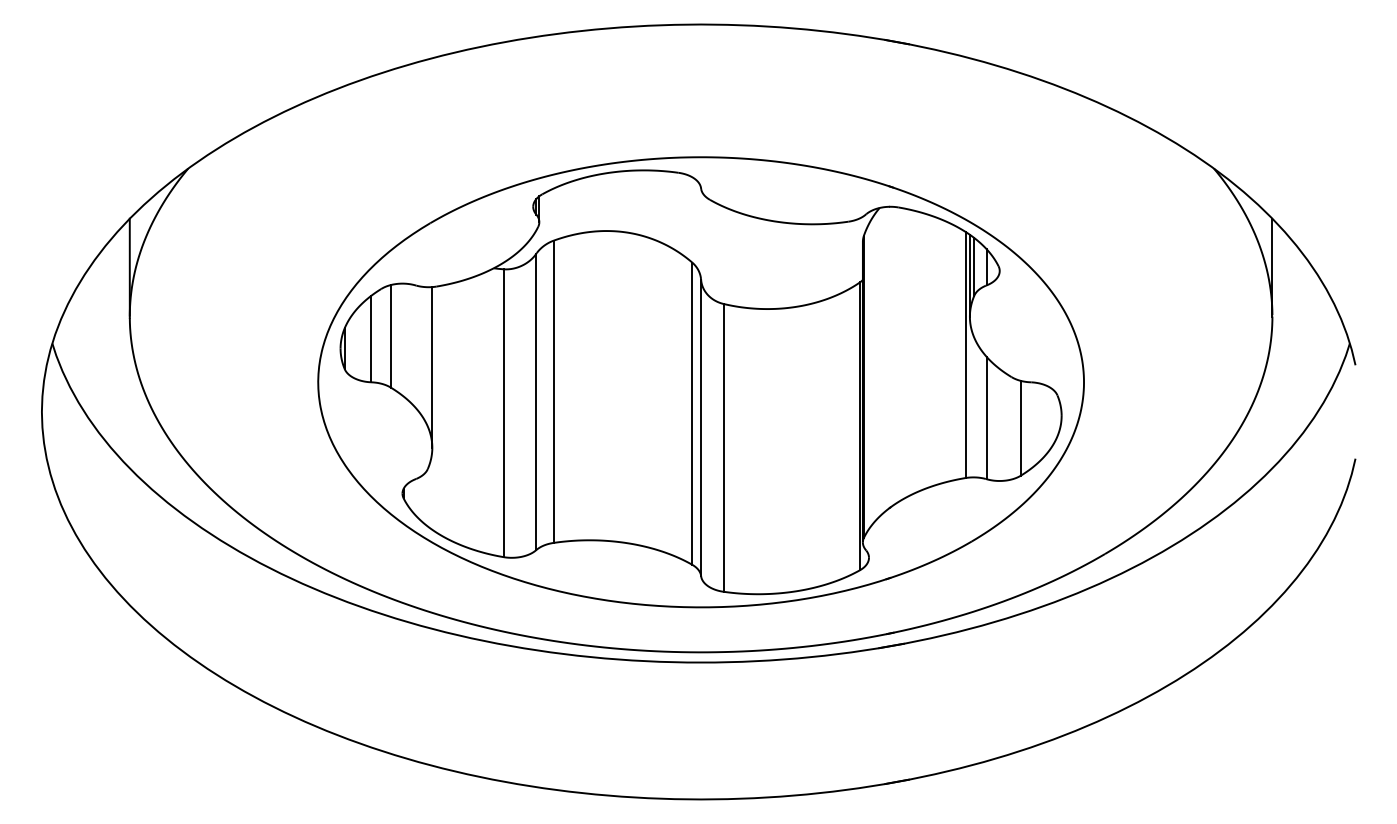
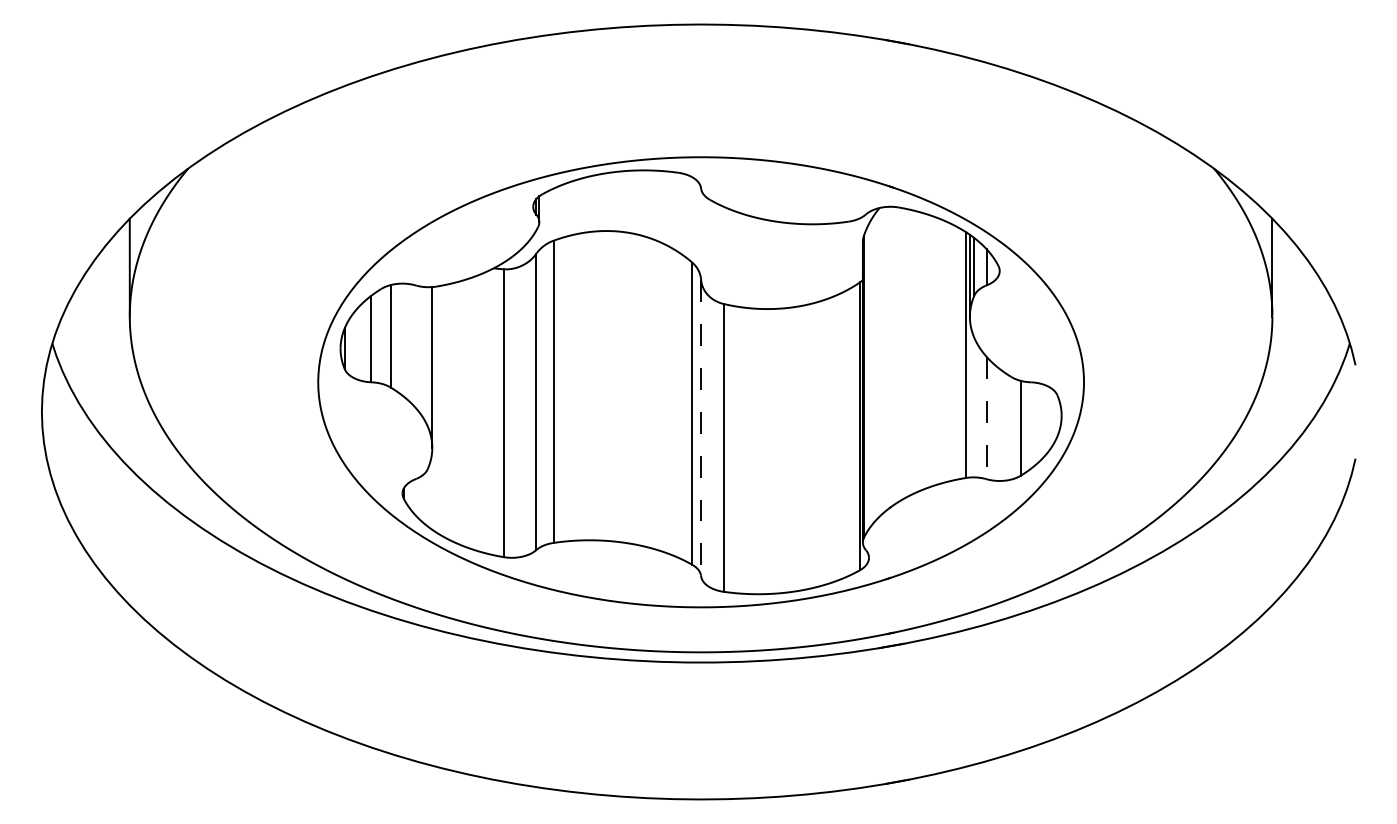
line at (986, 418): solid -> dashed
line at (701, 428): solid -> dashed
